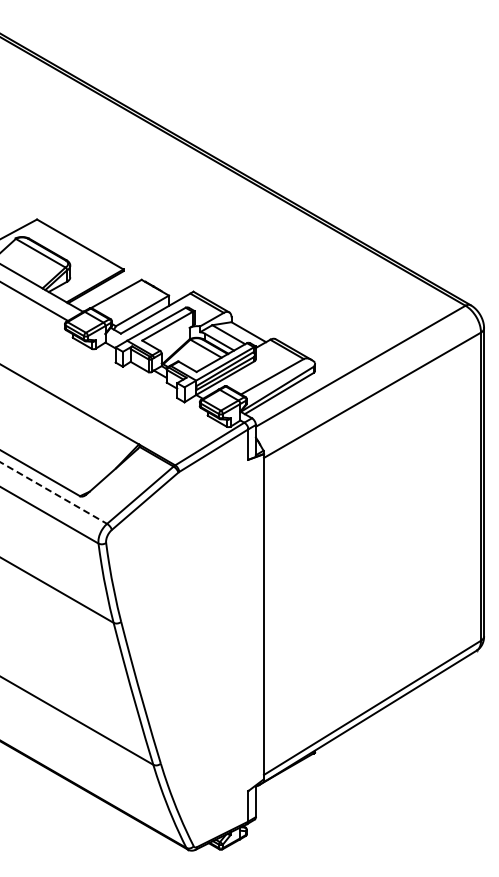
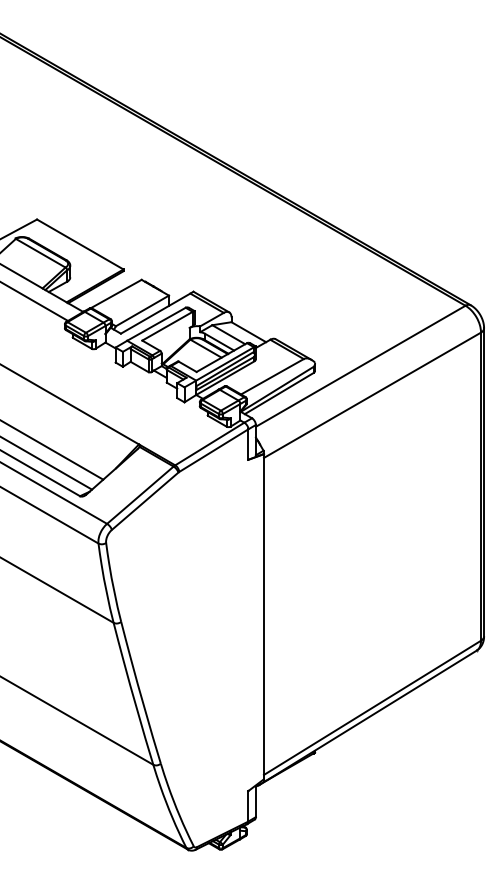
line at (52, 450): none -> present
line at (47, 463): none -> present
line at (54, 493): dashed -> solid
